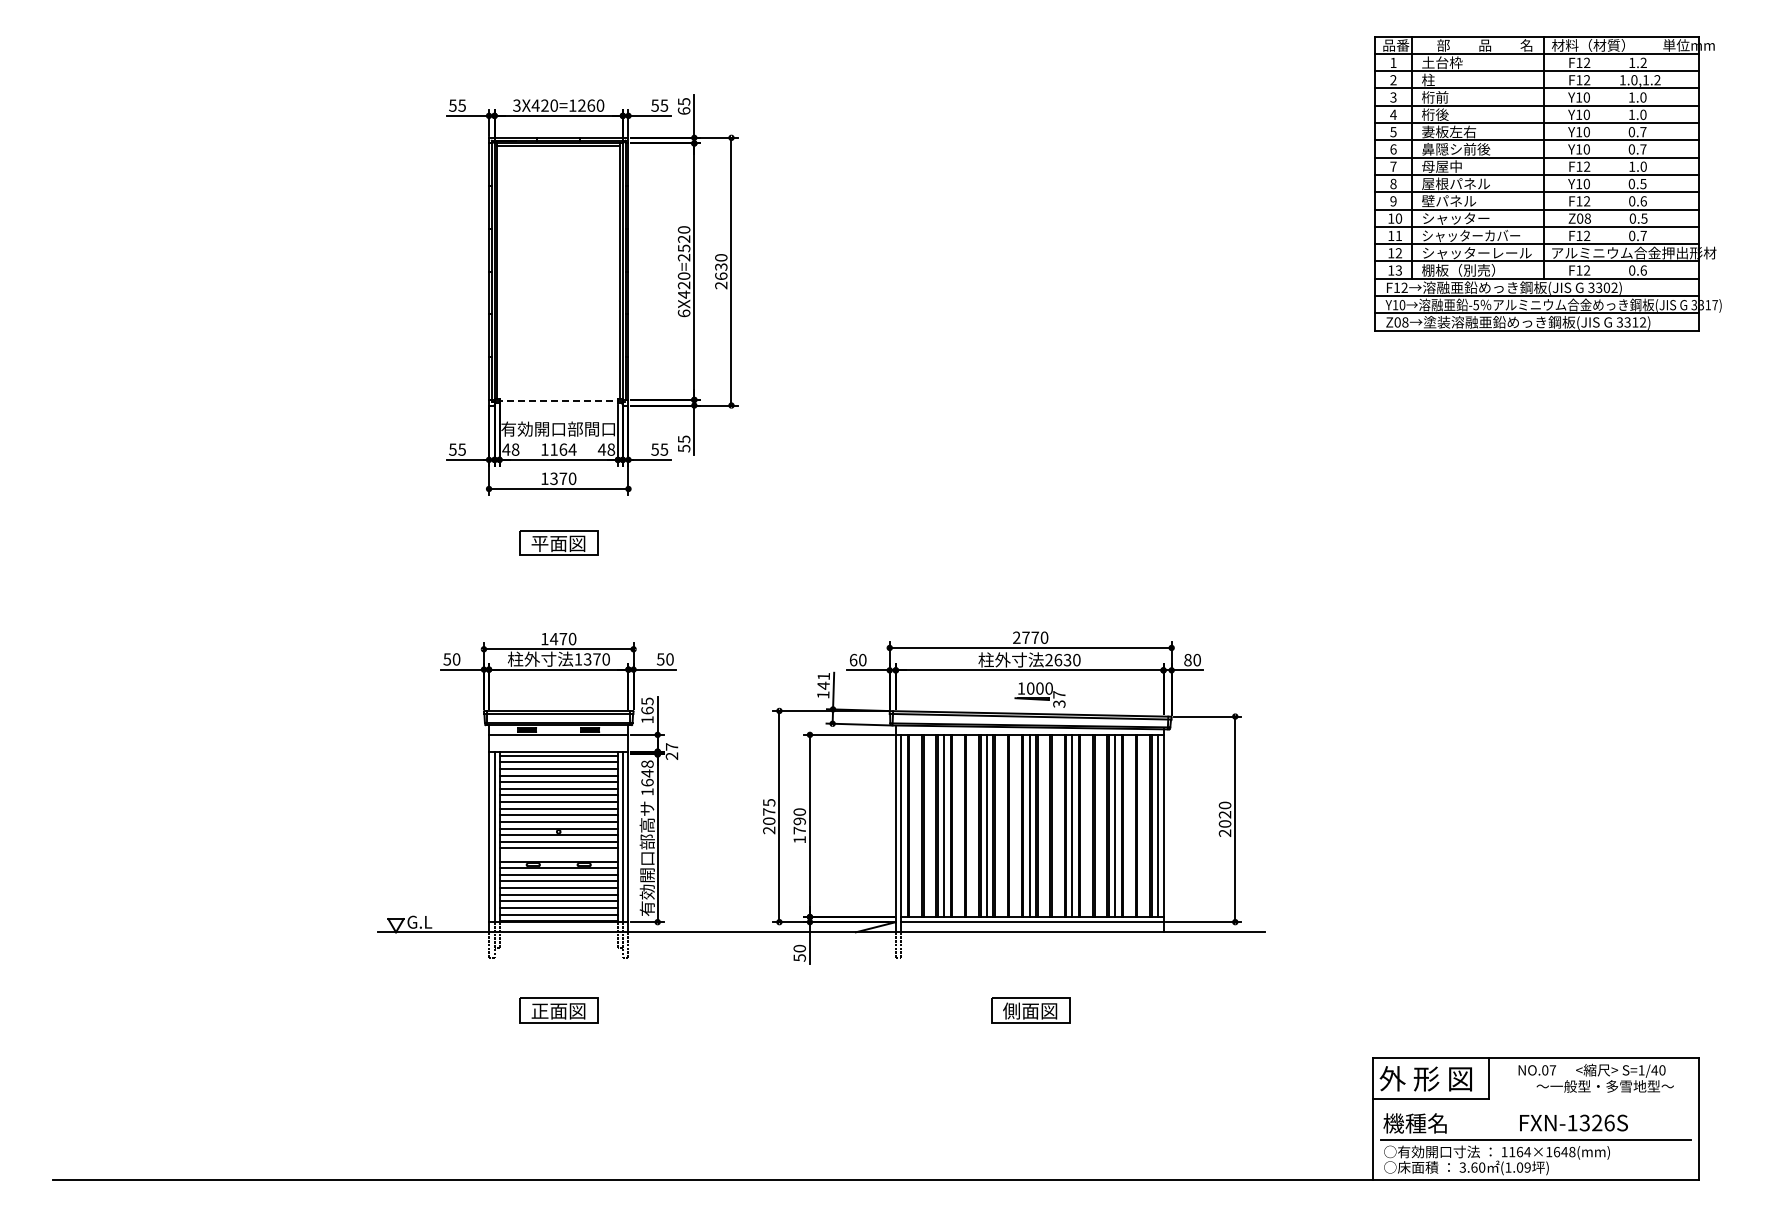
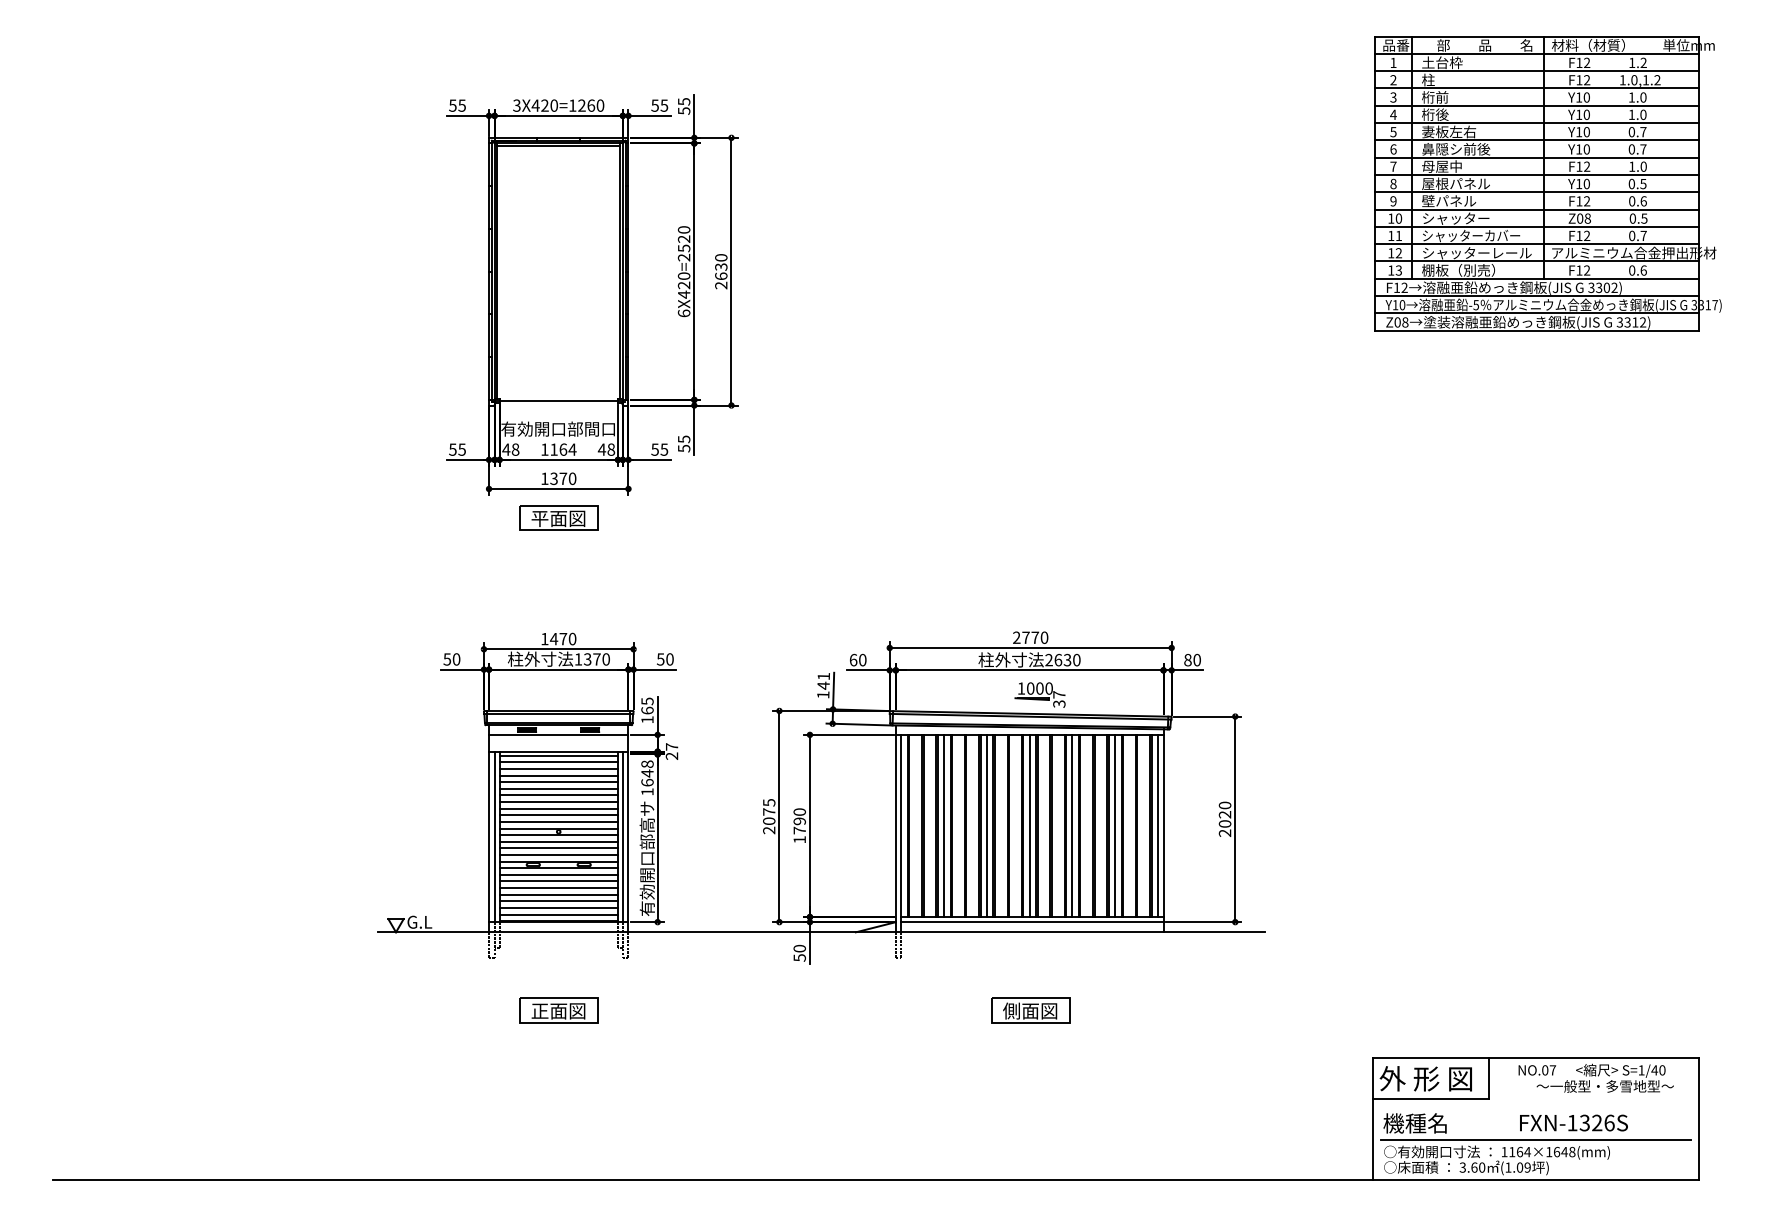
text at (683, 110): 65 -> 55
line at (558, 400): dashed -> solid
part at (558, 542) position: (558, 542) -> (558, 517)
line at (558, 854): none -> present
